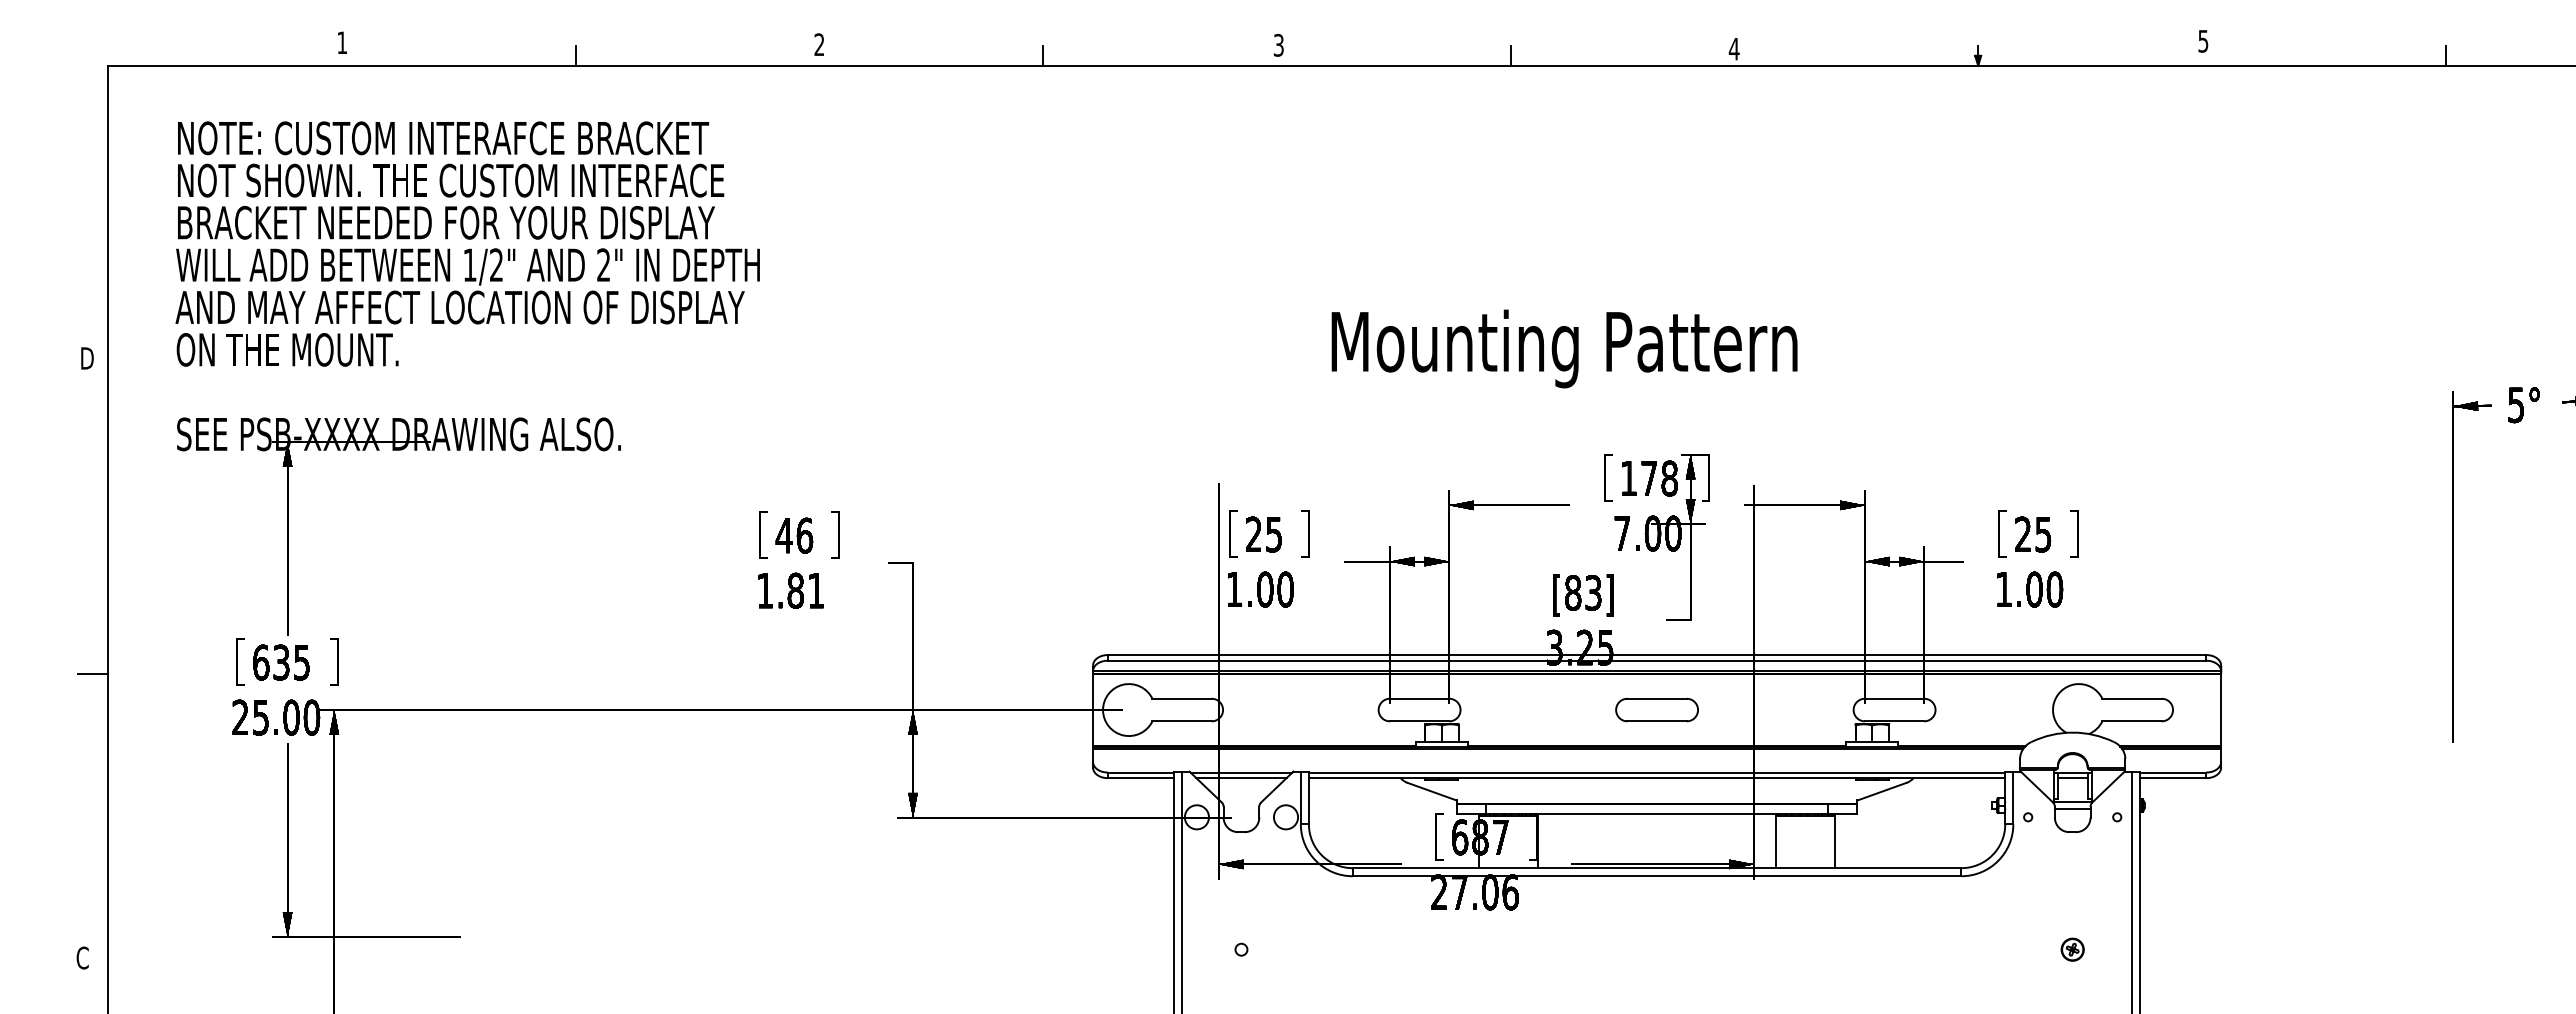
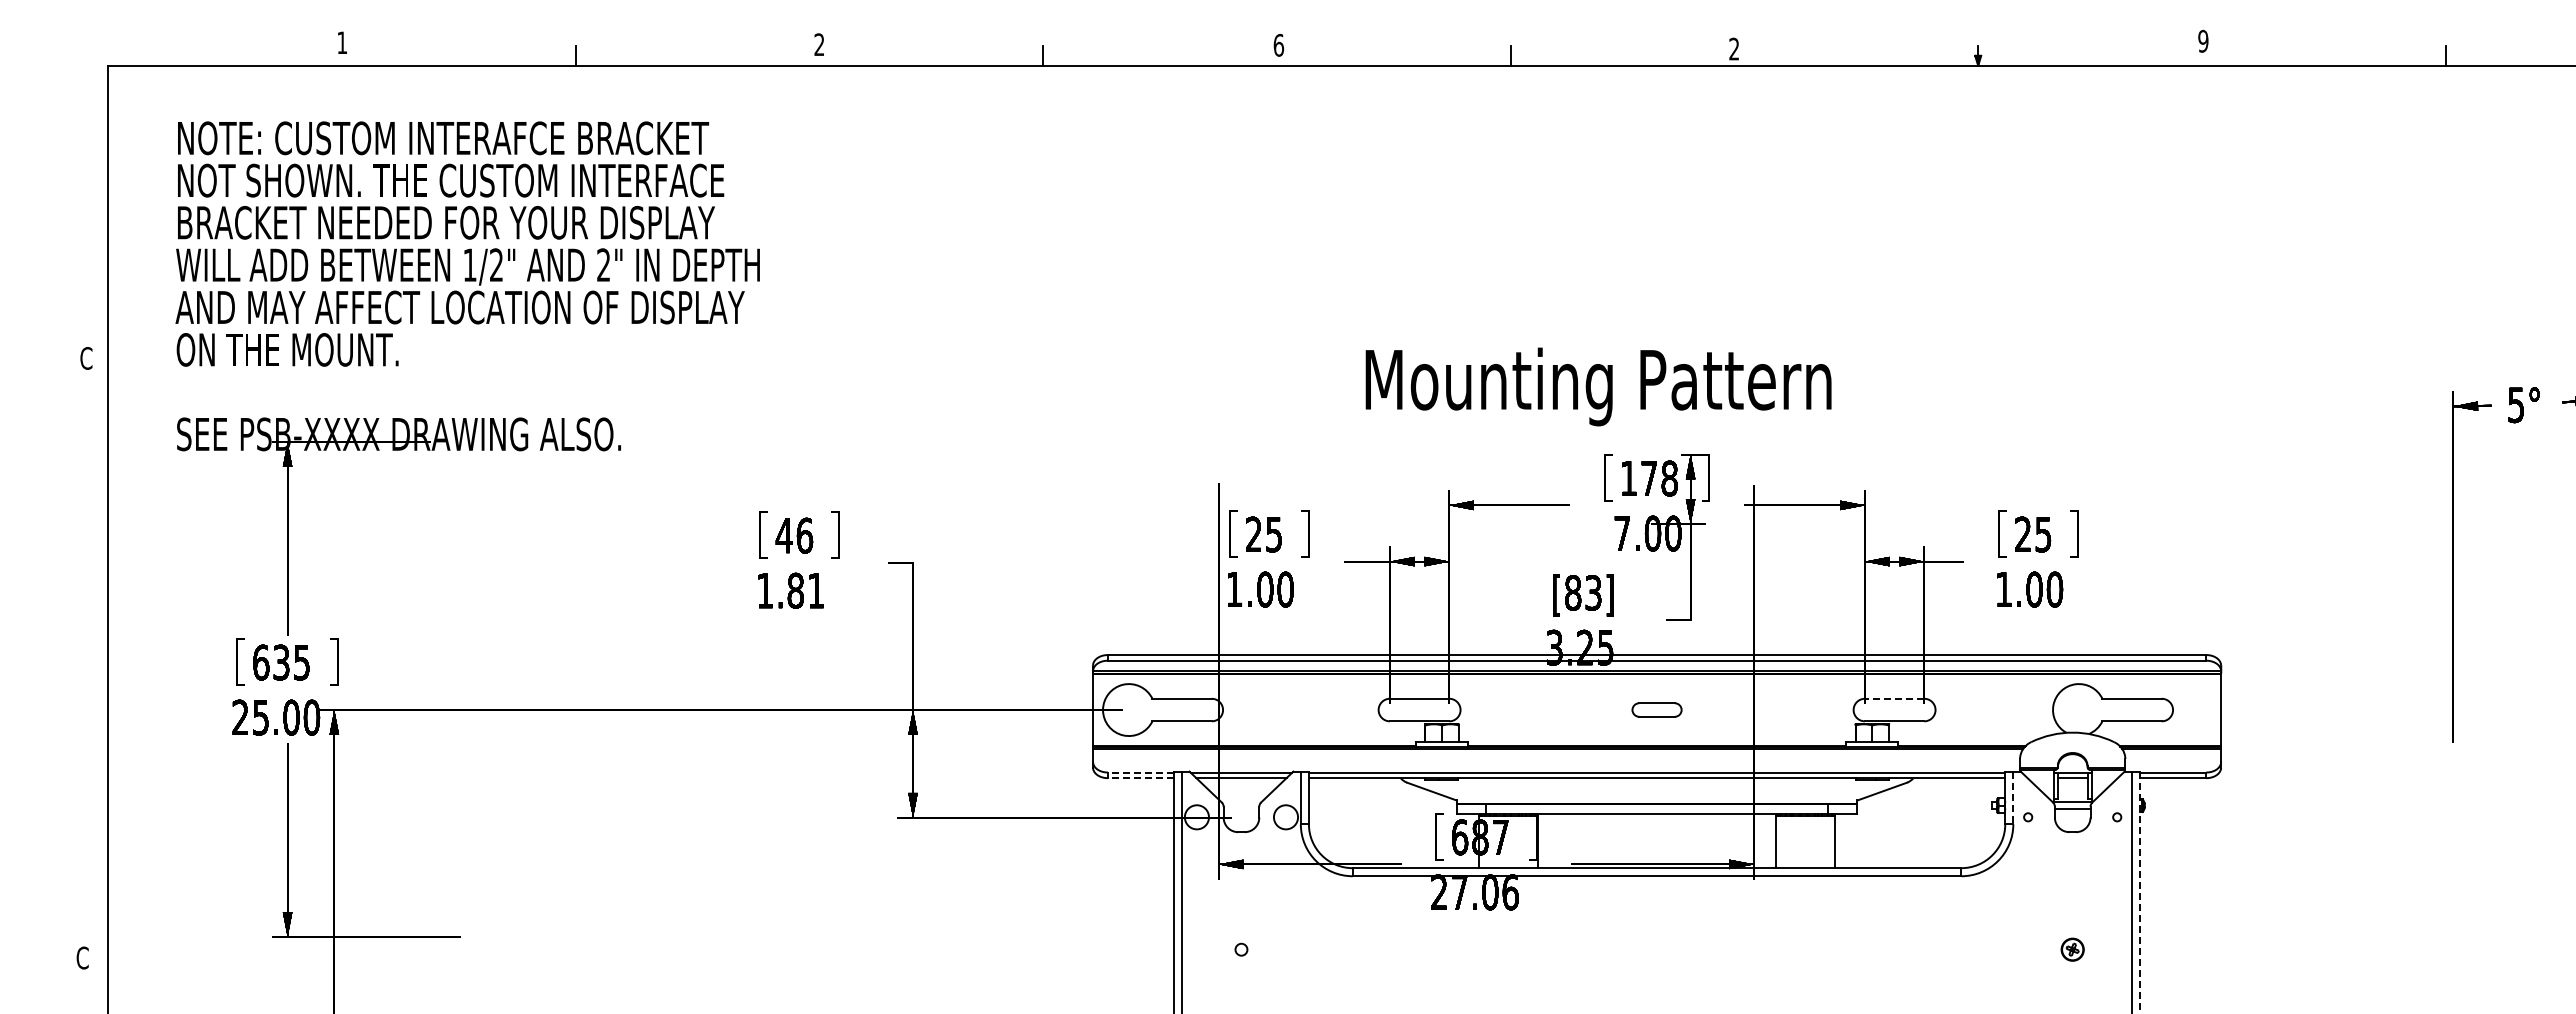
text at (2203, 40): 5 -> 9
text at (1278, 44): 3 -> 6
text at (1733, 48): 4 -> 2
text at (1564, 348) position: (1564, 348) -> (1598, 386)
text at (86, 358): D -> C
line at (93, 674): present -> none
line at (1894, 698): solid -> dashed
part at (1656, 709) size: 84x26 px -> 52x16 px
line at (1140, 772): solid -> dashed
line at (1140, 778): solid -> dashed
line at (2013, 798): solid -> dashed
line at (2140, 892): solid -> dashed
